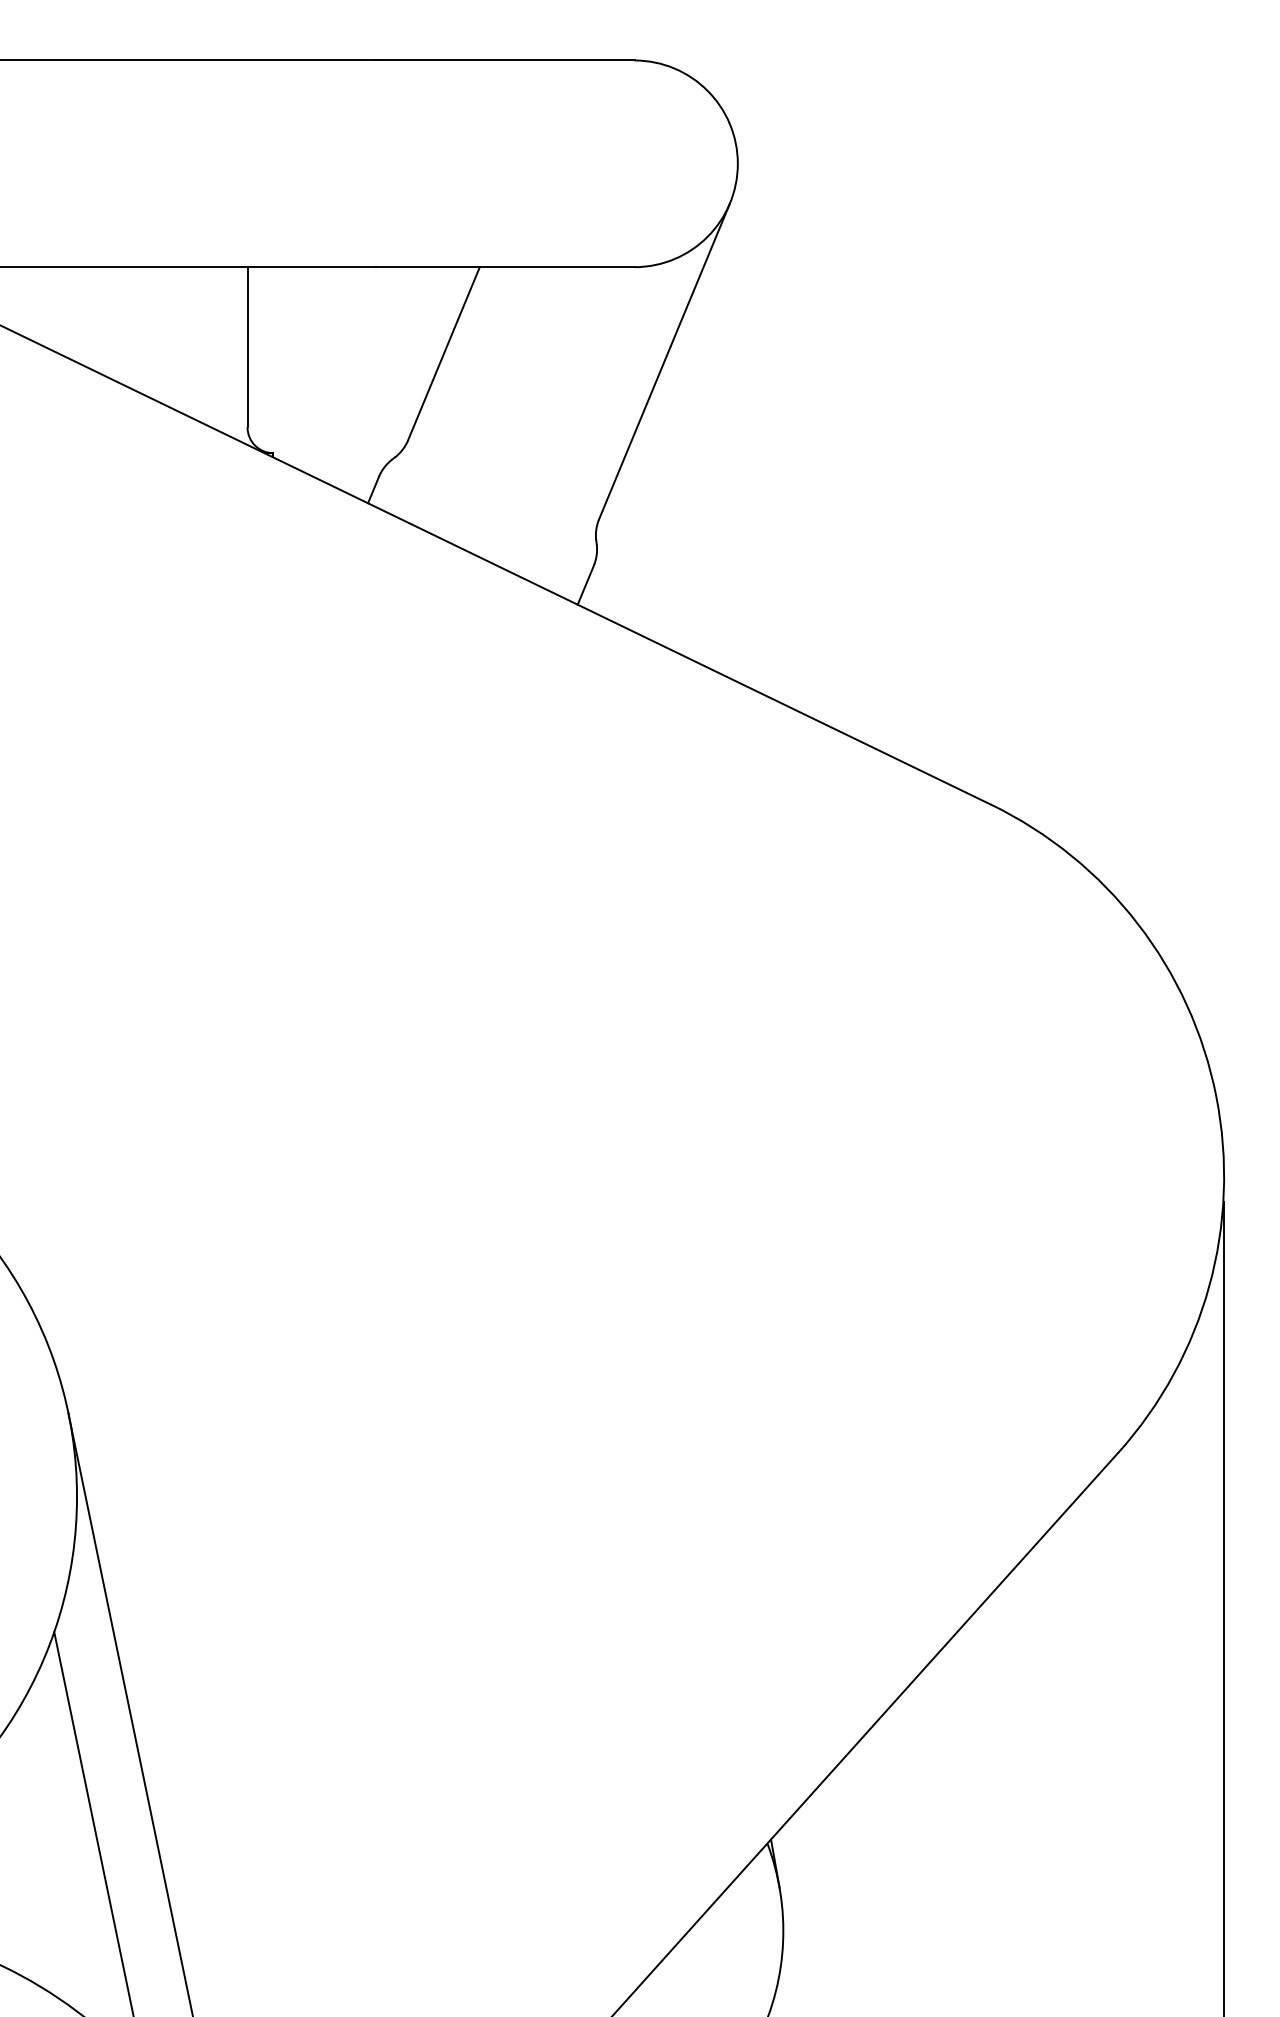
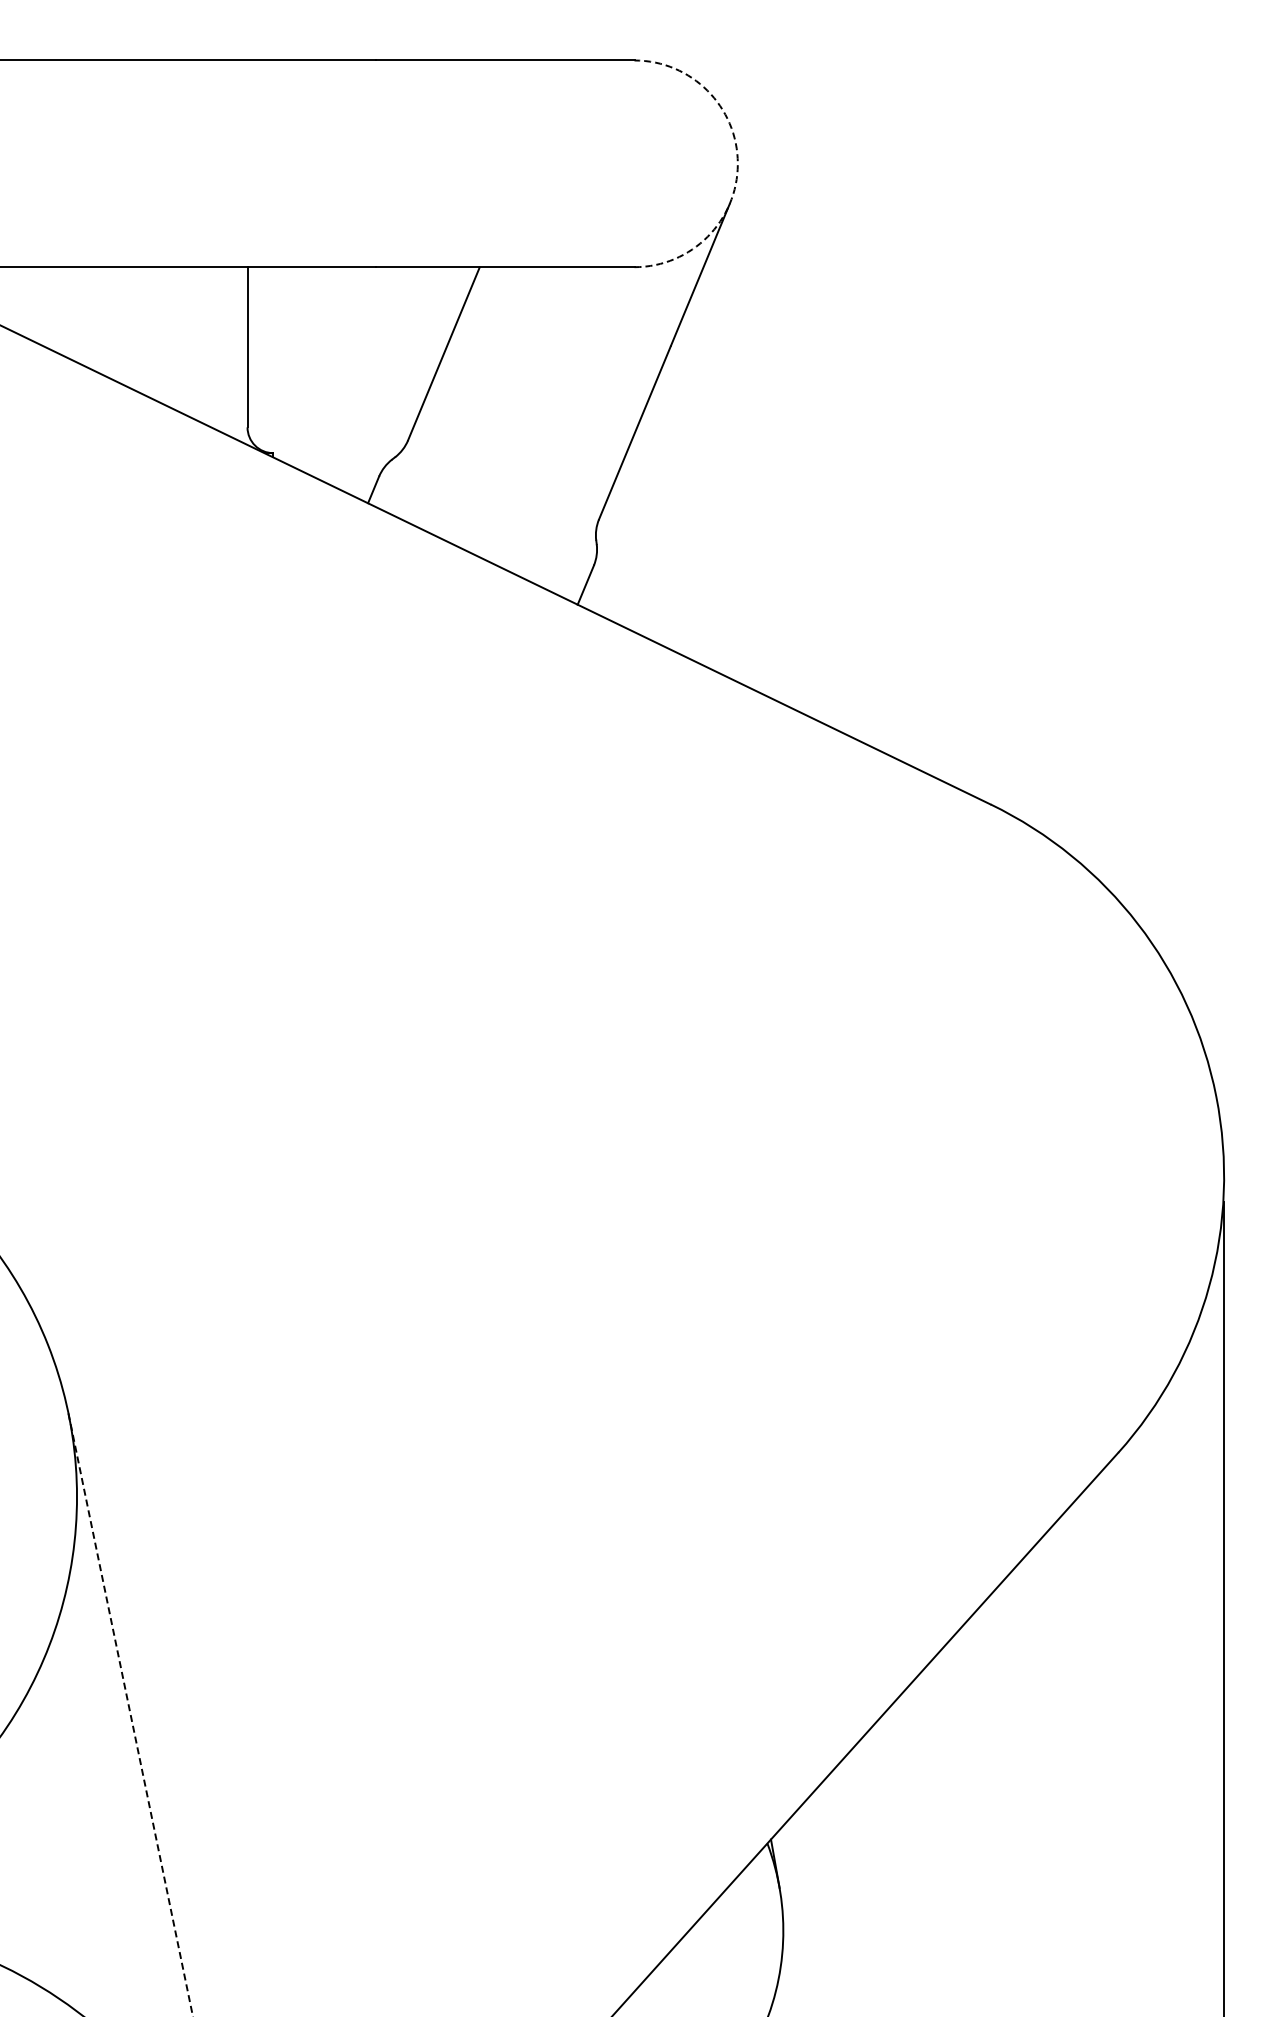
arc at (737, 163): solid -> dashed
line at (130, 1714): solid -> dashed
line at (93, 1822): present -> none
